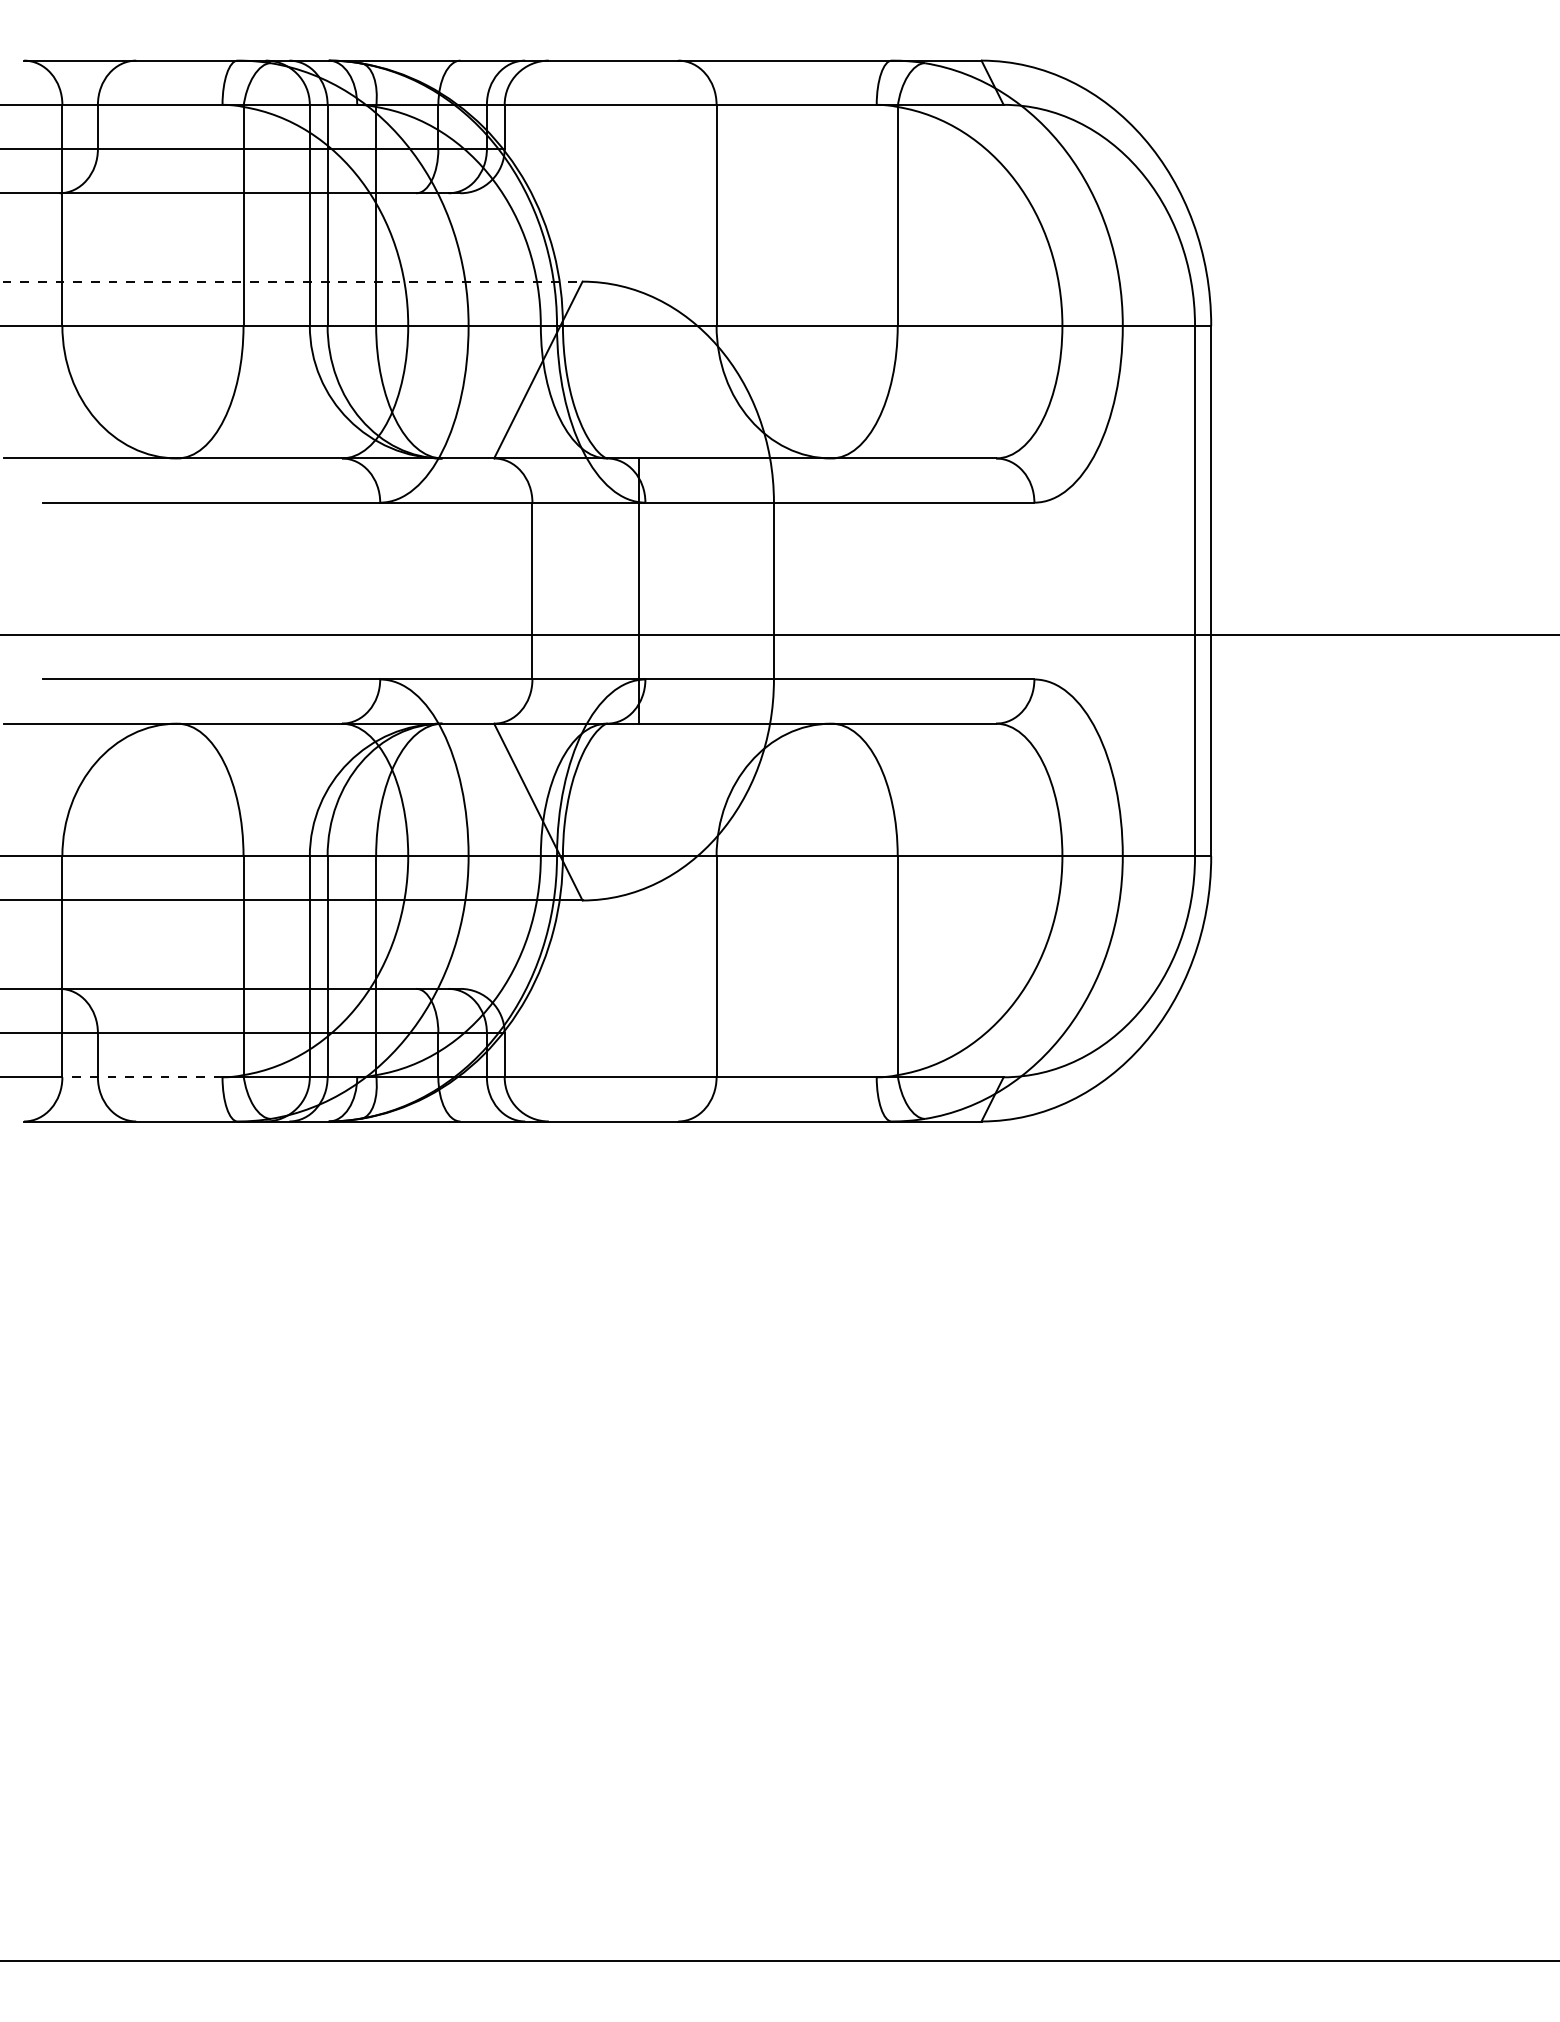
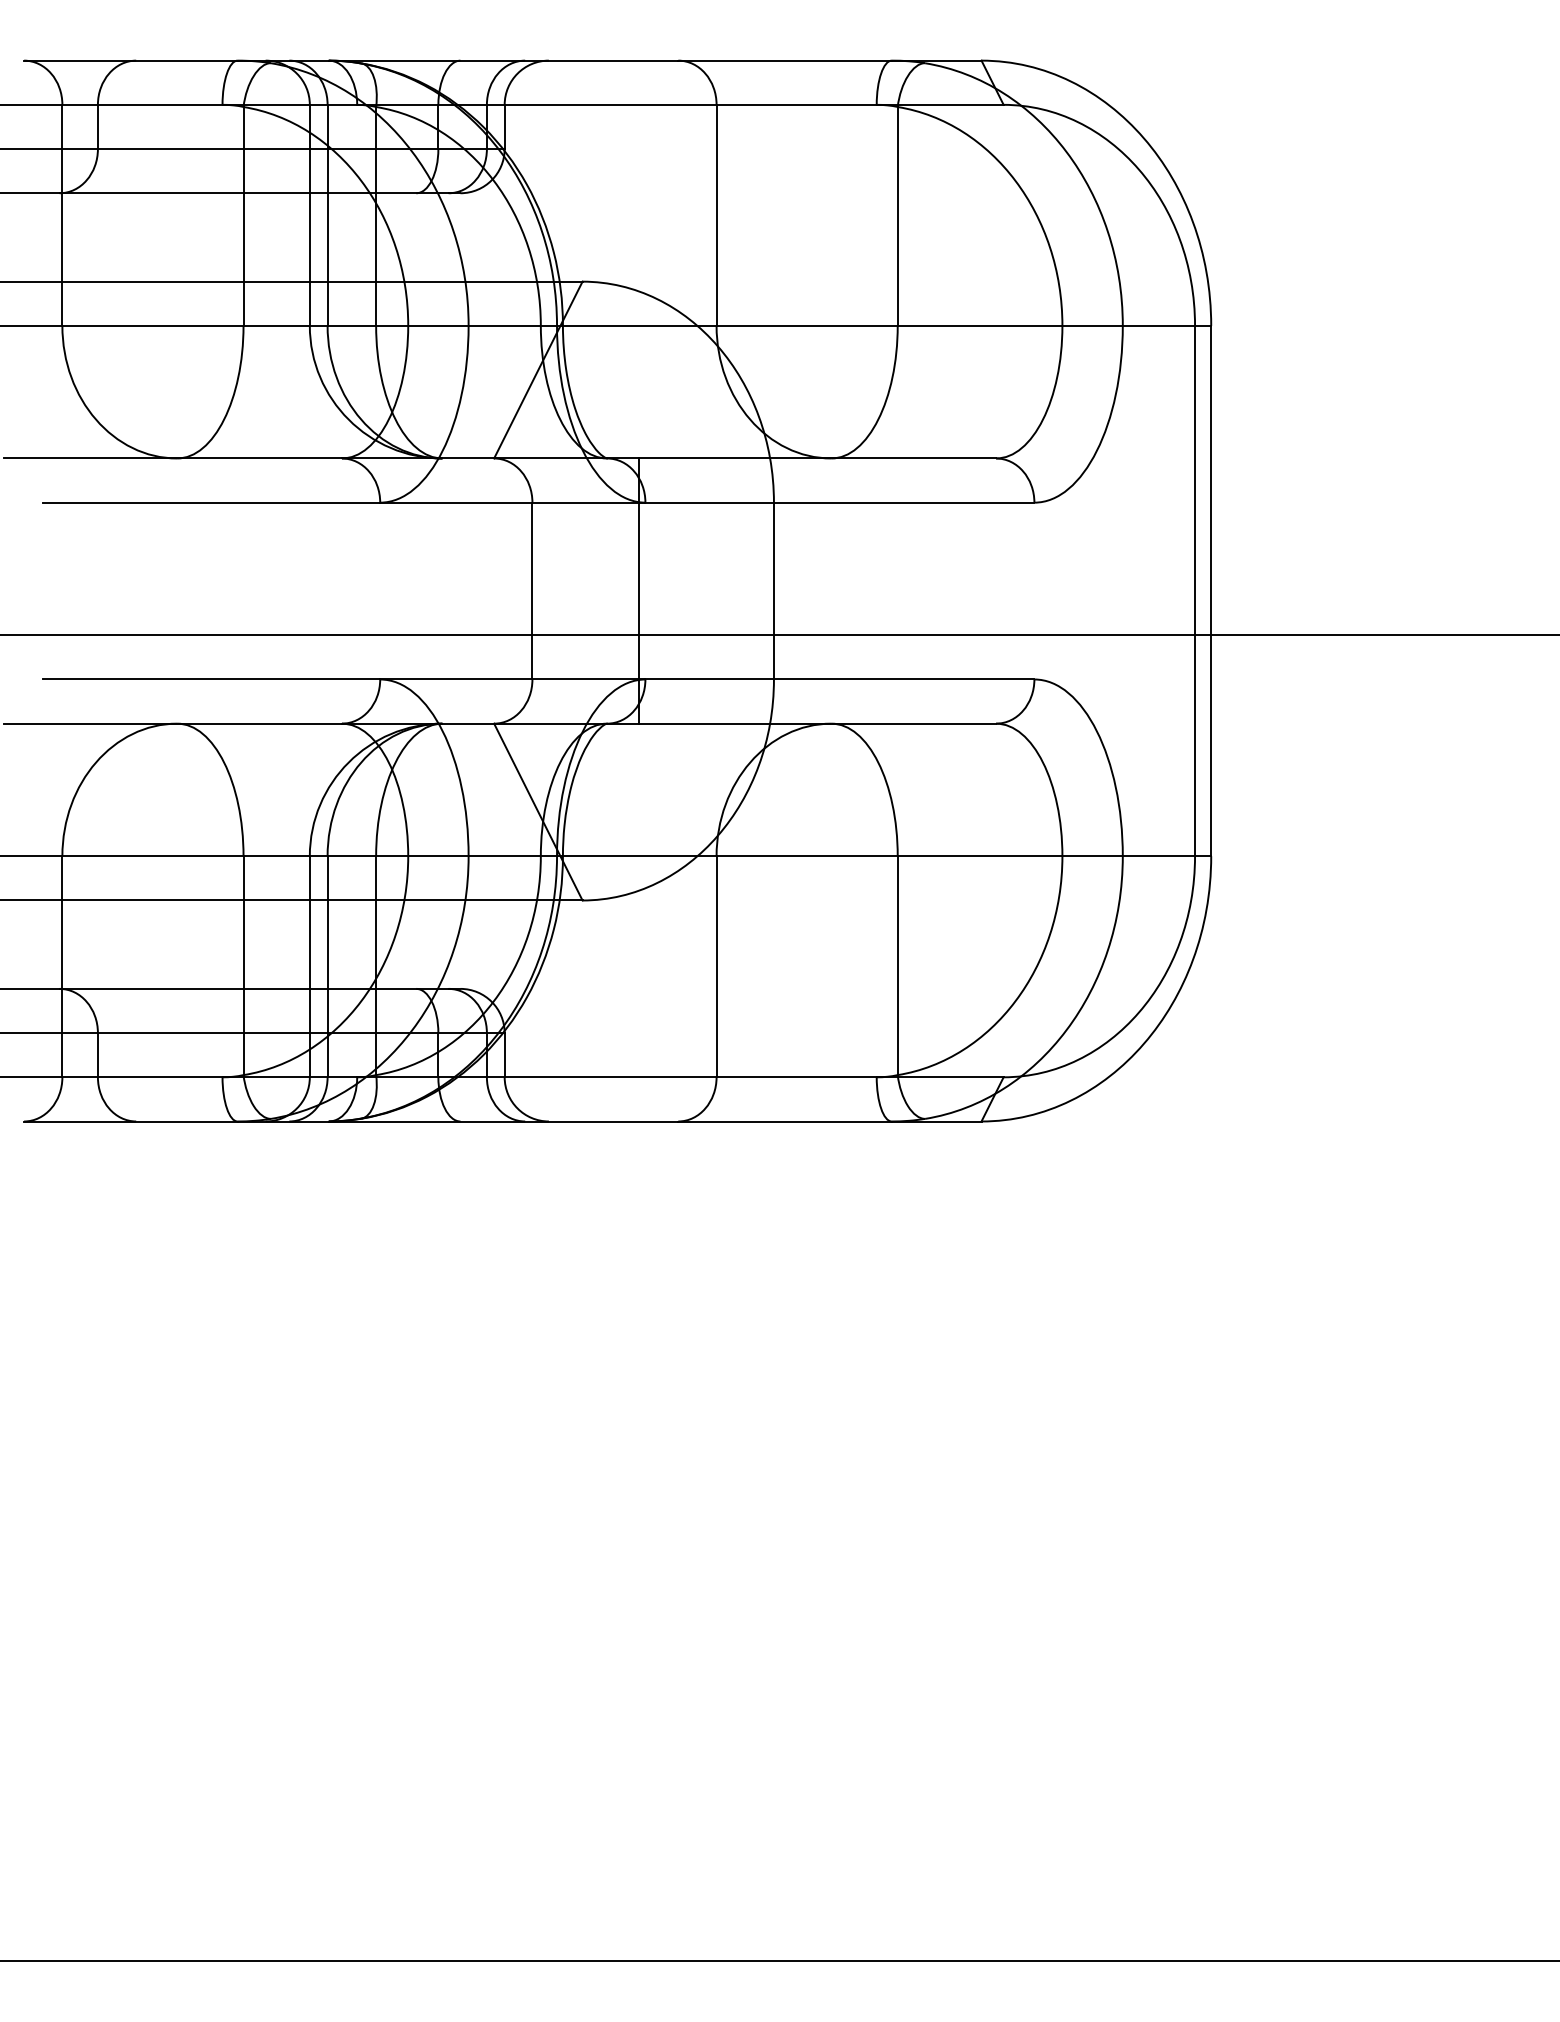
line at (291, 281): dashed -> solid
line at (141, 1077): dashed -> solid
